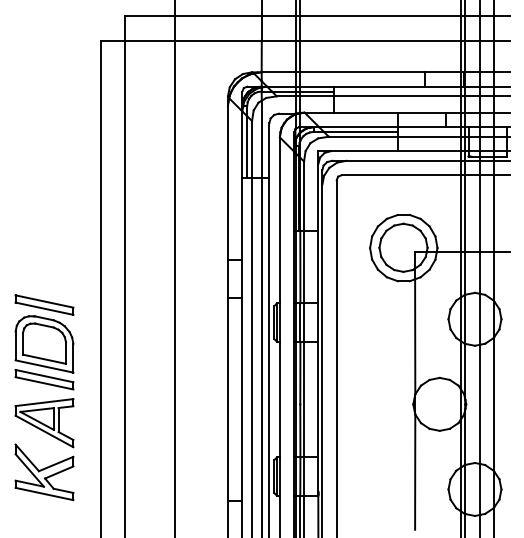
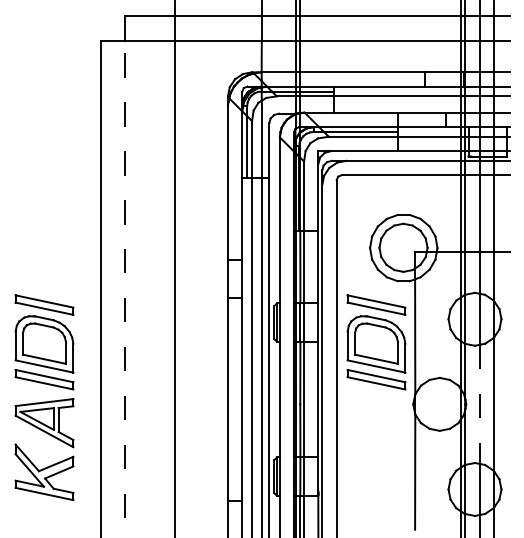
line at (124, 288): solid -> dashed
part at (376, 342): none -> present
line at (480, 404): solid -> dashed
